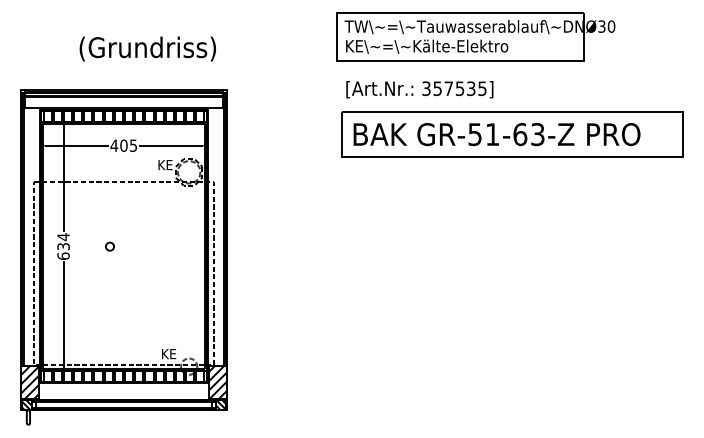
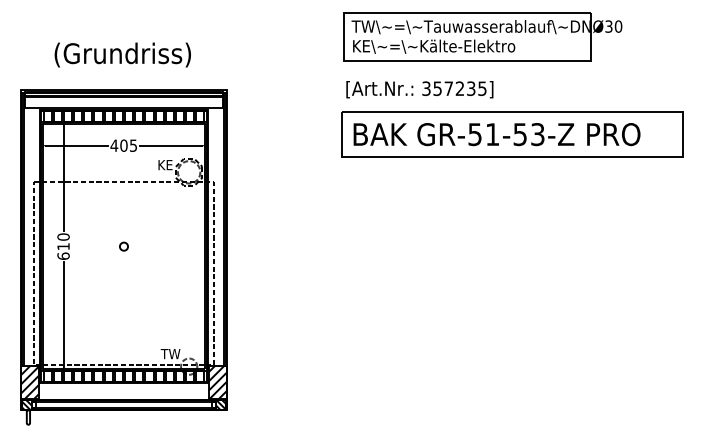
part at (475, 36) position: (475, 36) -> (482, 36)
text at (147, 48) position: (147, 48) -> (122, 54)
text at (459, 88): 357535] -> 357235]
text at (520, 134): GR-51-63-Z -> GR-51-53-Z
text at (63, 241): 634 -> 610
circle at (109, 246) position: (109, 246) -> (123, 246)
text at (170, 354): KE -> TW
